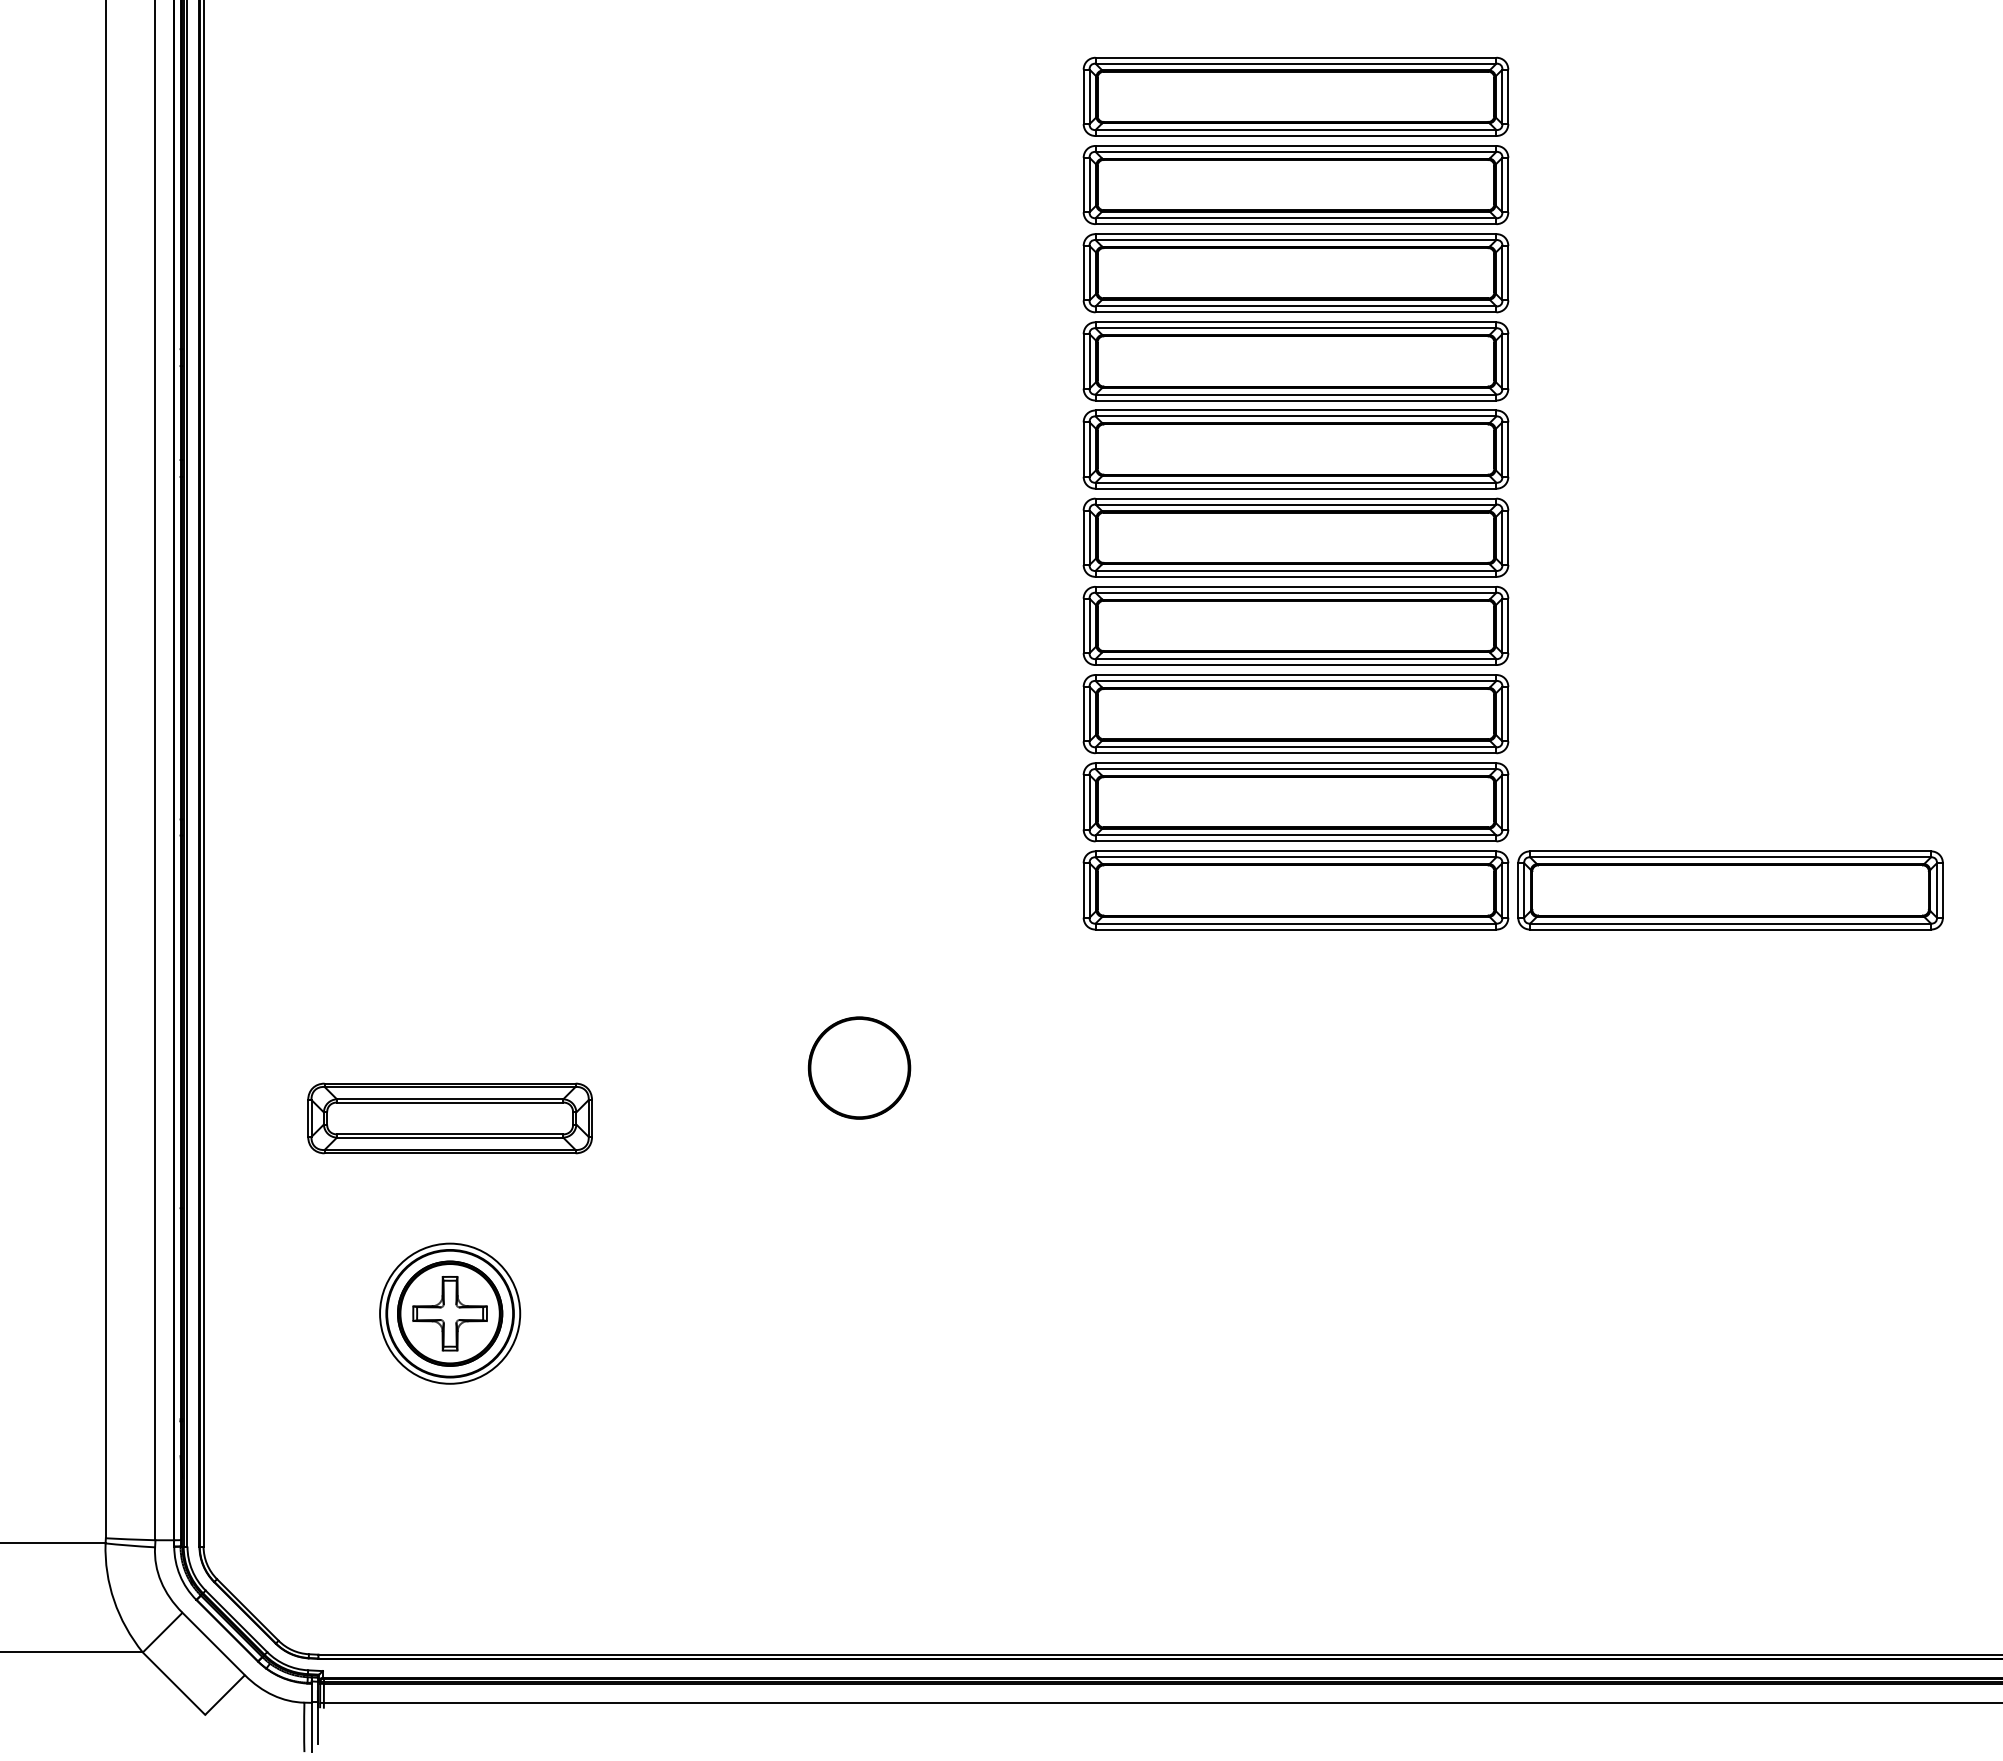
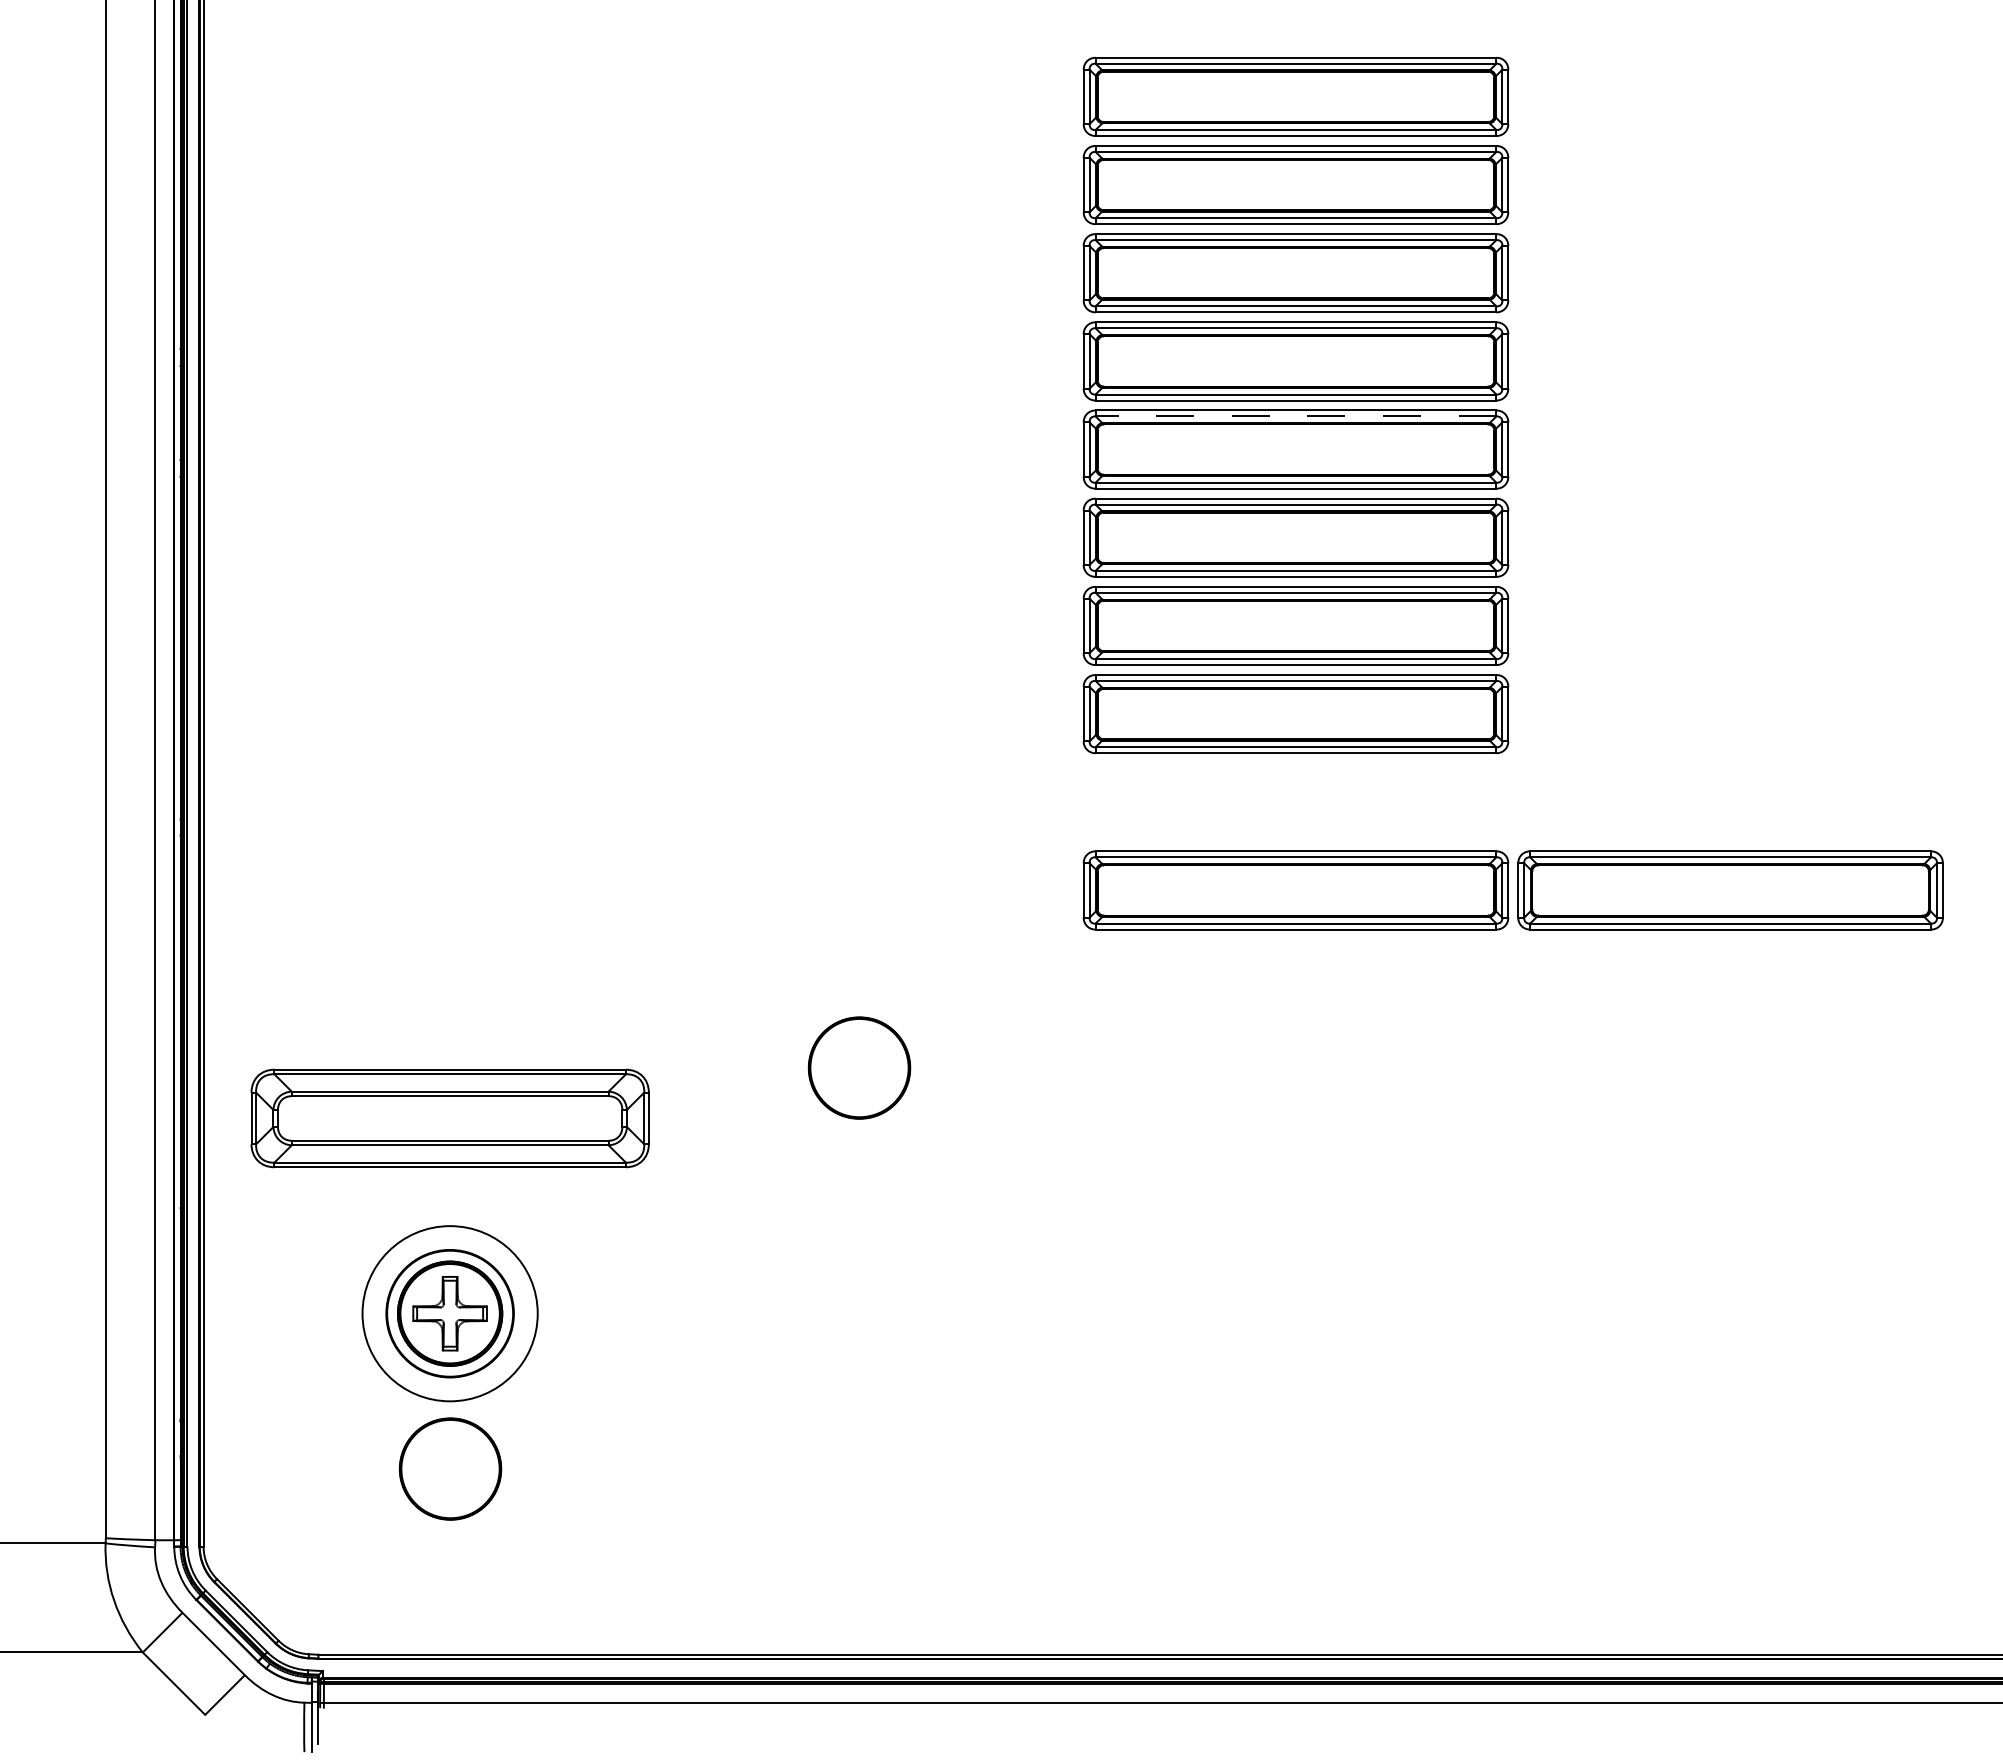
line at (1295, 416): solid -> dashed
part at (1295, 802): present -> none
part at (449, 1118) size: 286x73 px -> 400x101 px
circle at (450, 1313) diameter: 140 px -> 175 px
part at (450, 1468): none -> present
